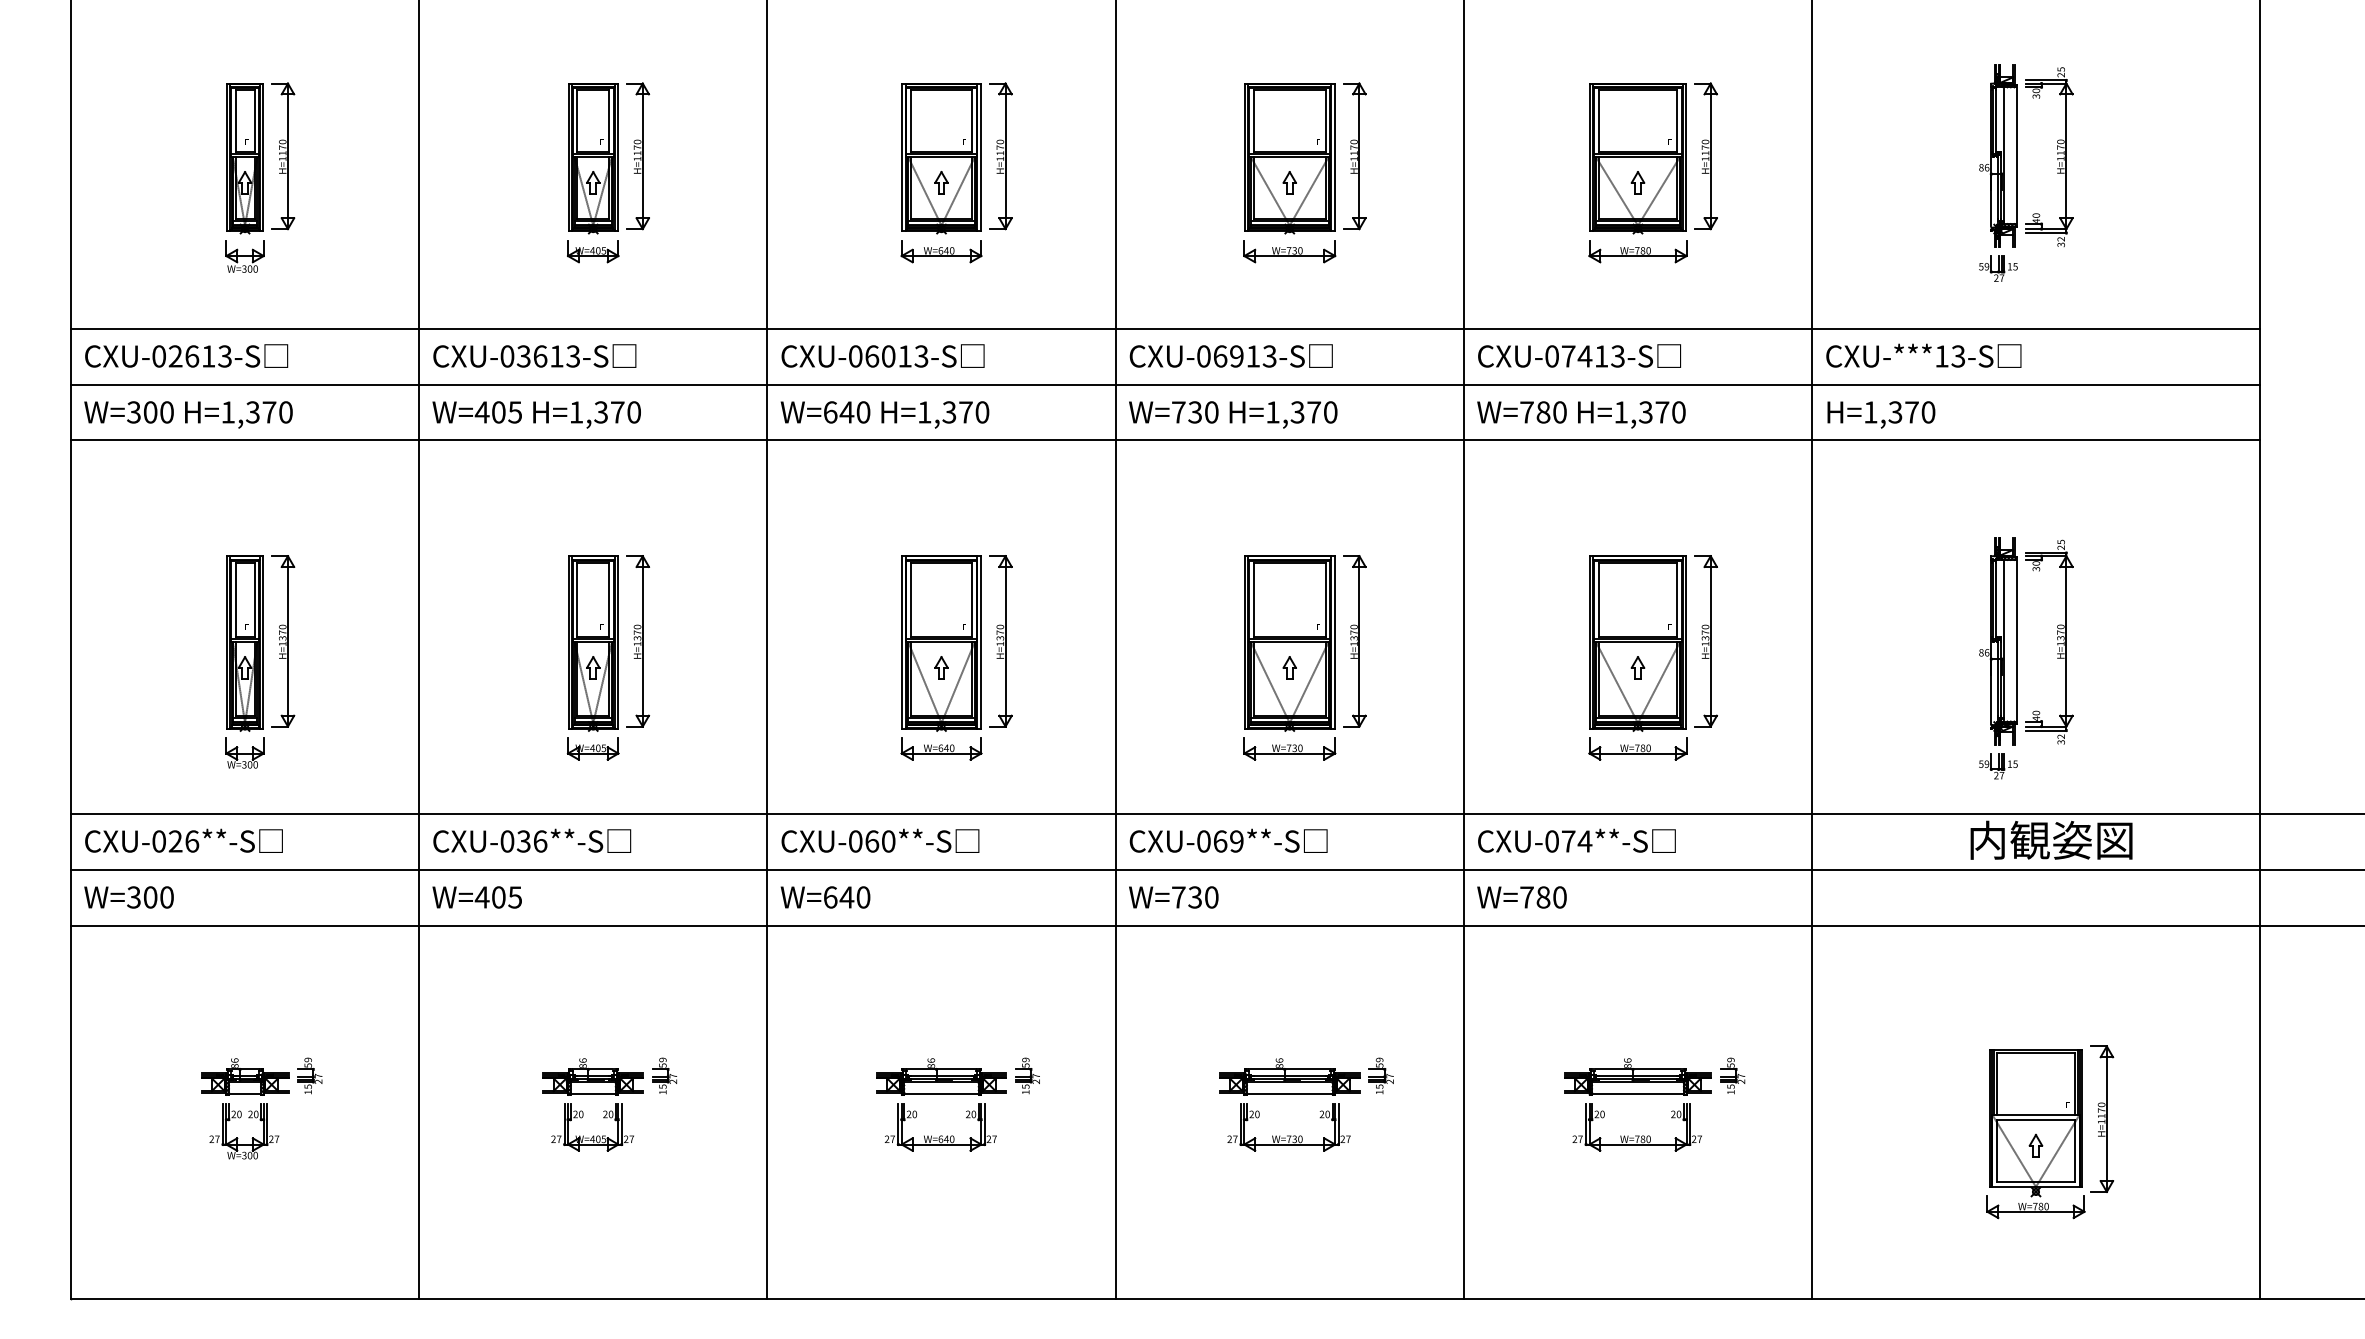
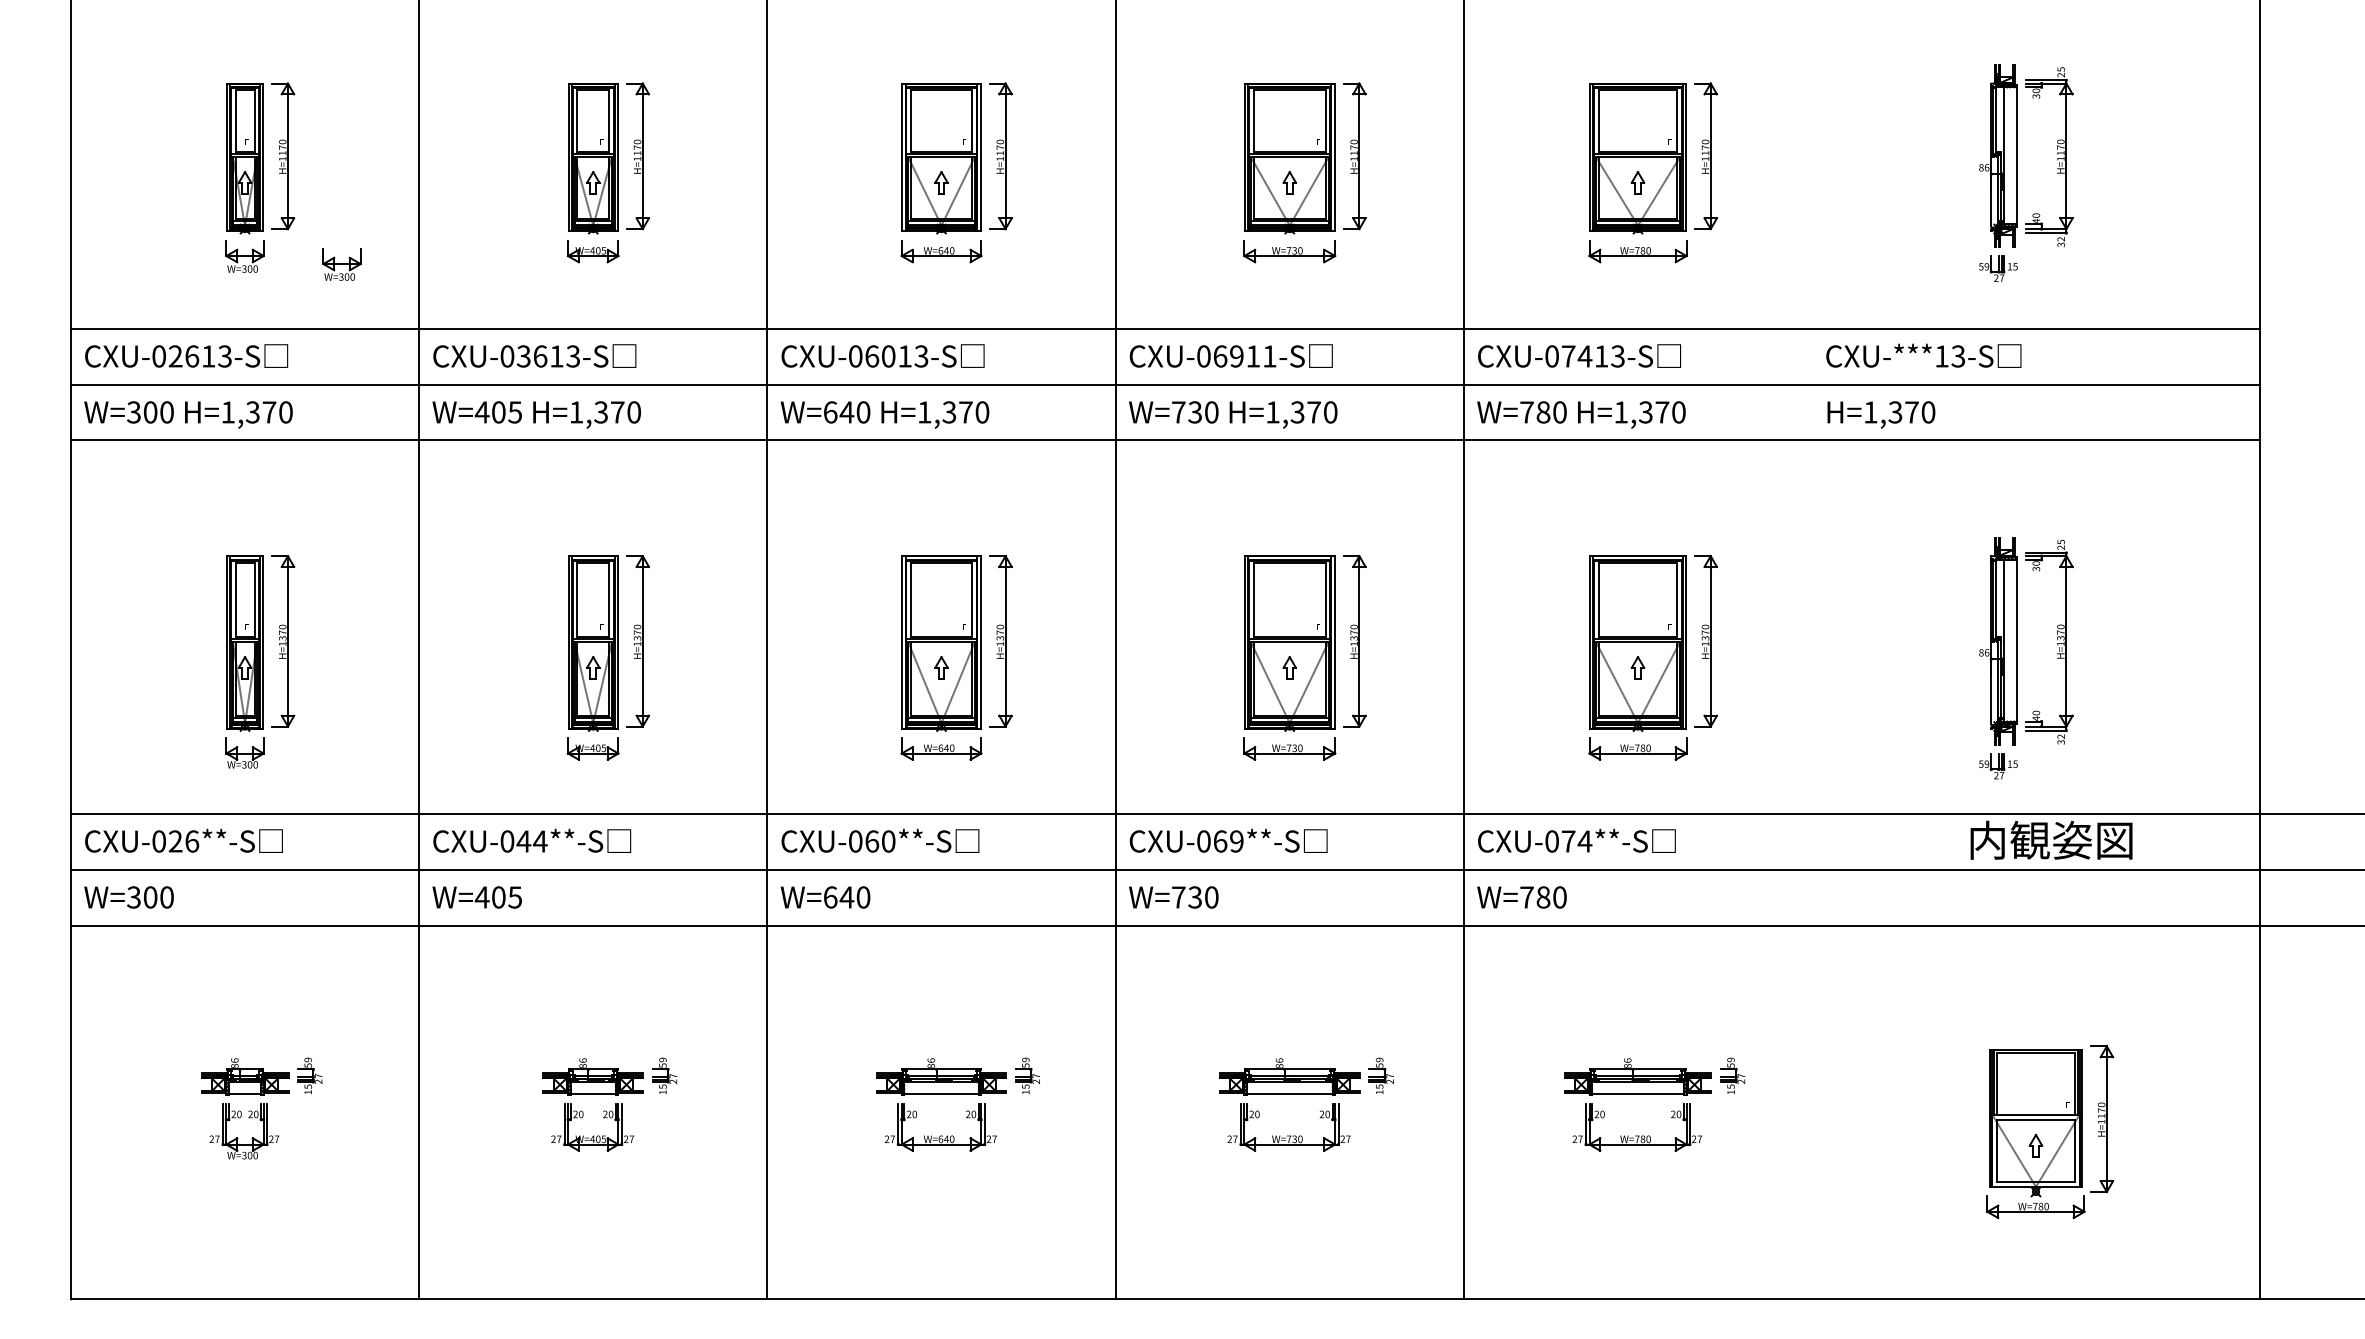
part at (341, 264): none -> present
text at (1269, 356): CXU-06913-S -> CXU-06911-S
line at (1812, 650): present -> none
text at (531, 841): CXU-036**-S -> CXU-044**-S
